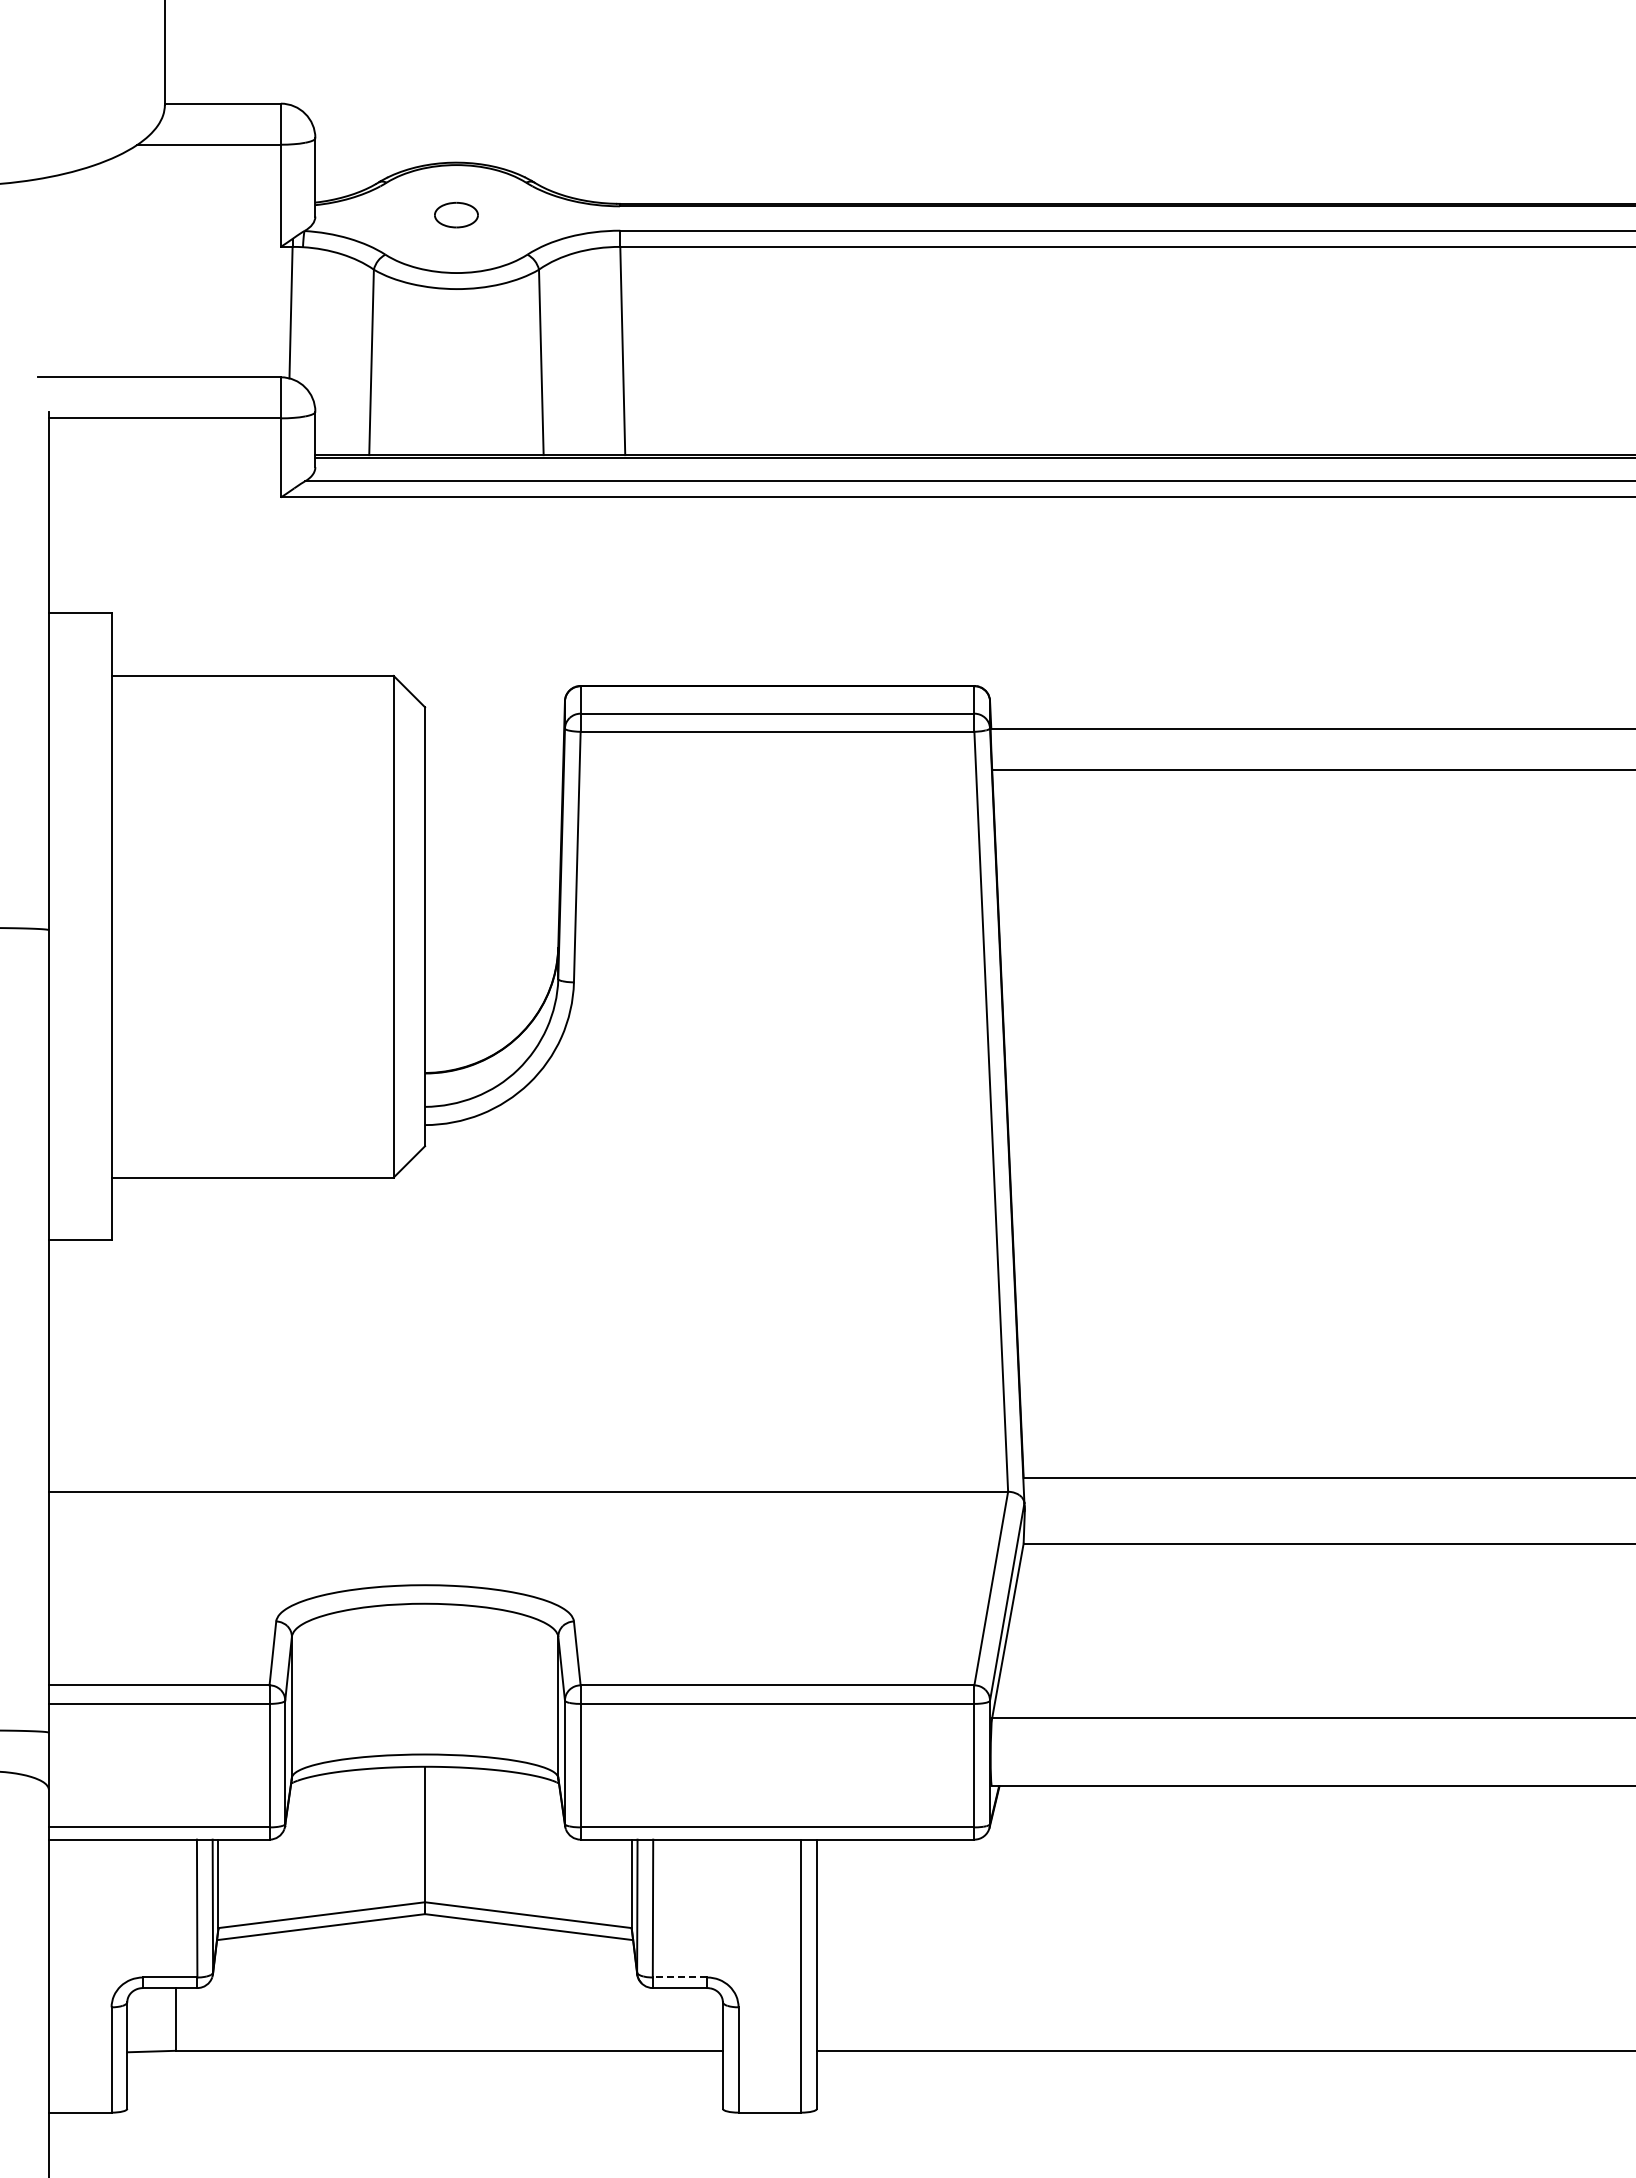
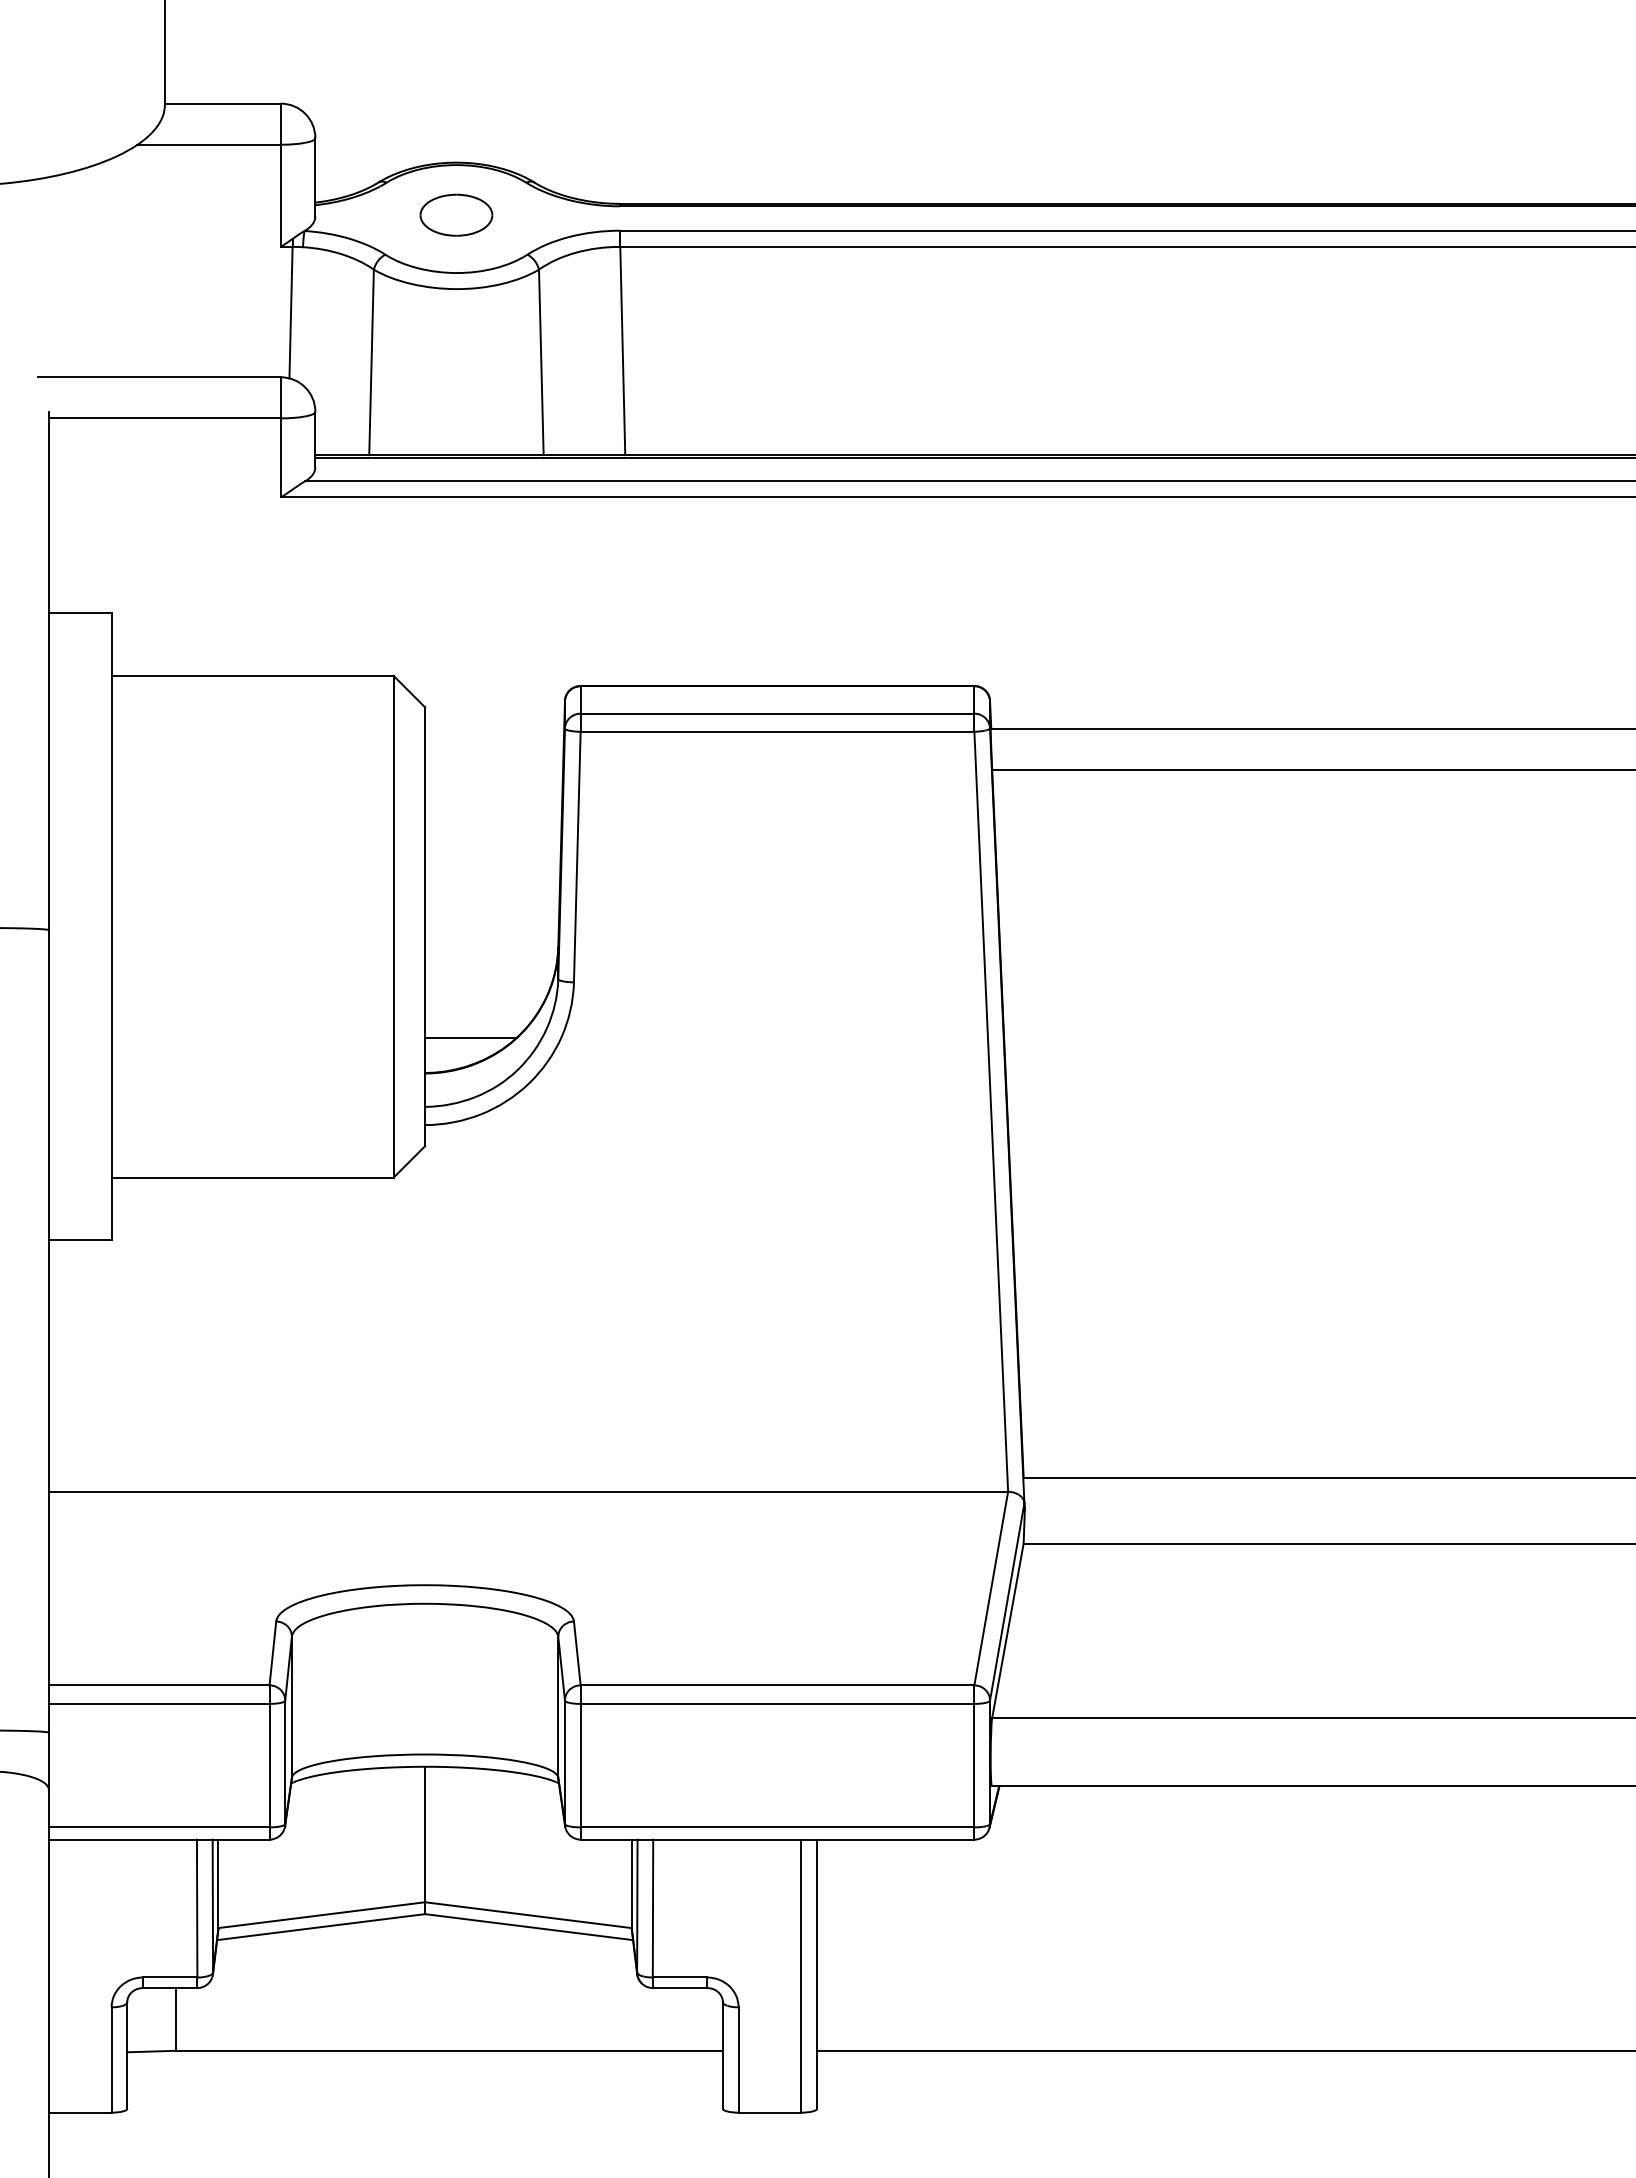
part at (456, 214) size: 45x28 px -> 75x44 px
line at (470, 1037): none -> present
line at (679, 1977): dashed -> solid
